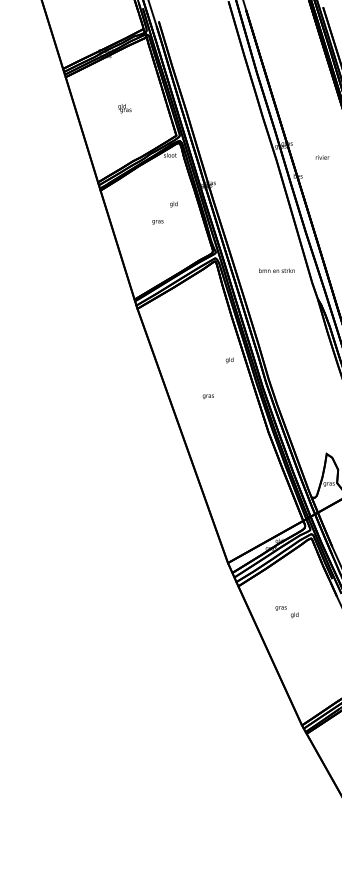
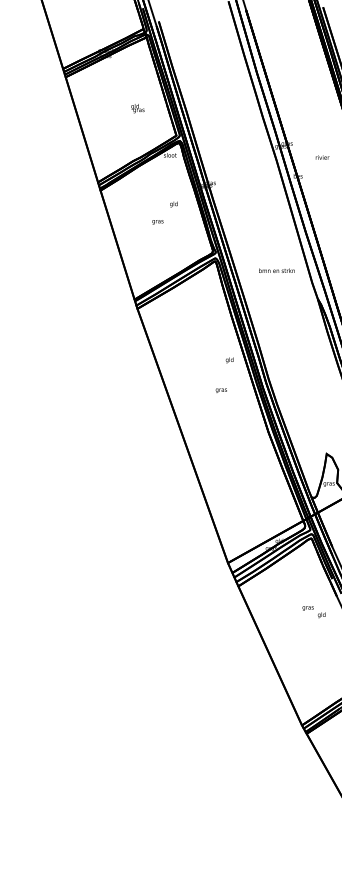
text at (124, 108) position: (124, 108) -> (137, 108)
text at (207, 396) position: (207, 396) -> (220, 390)
text at (286, 612) position: (286, 612) -> (313, 612)
